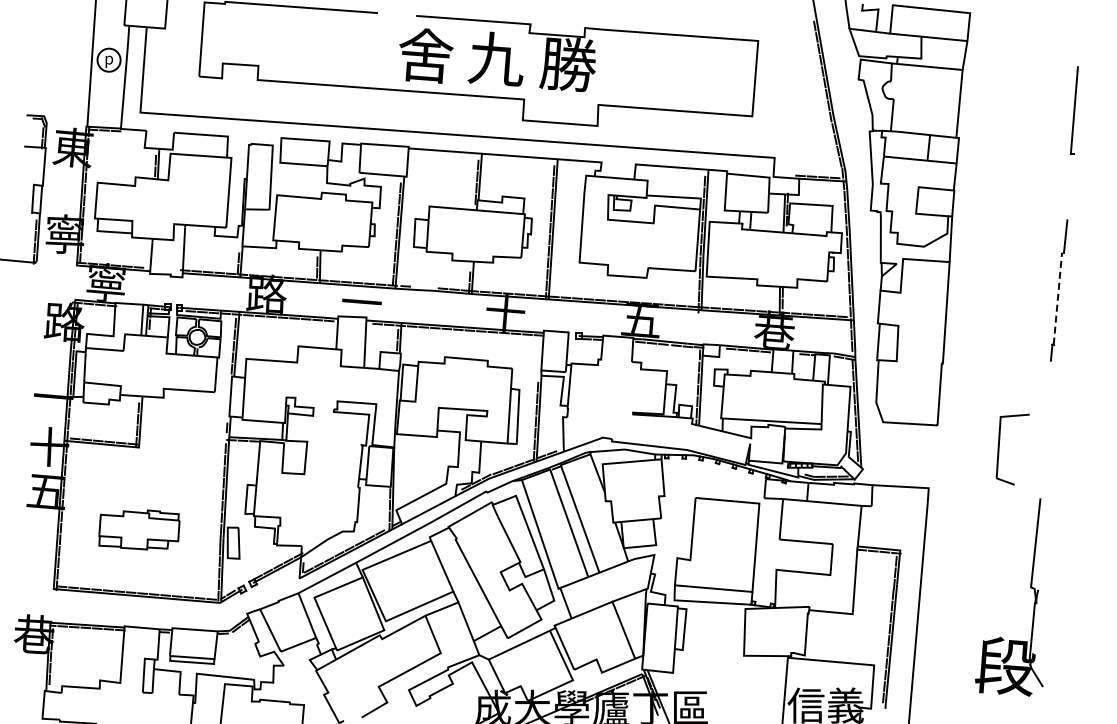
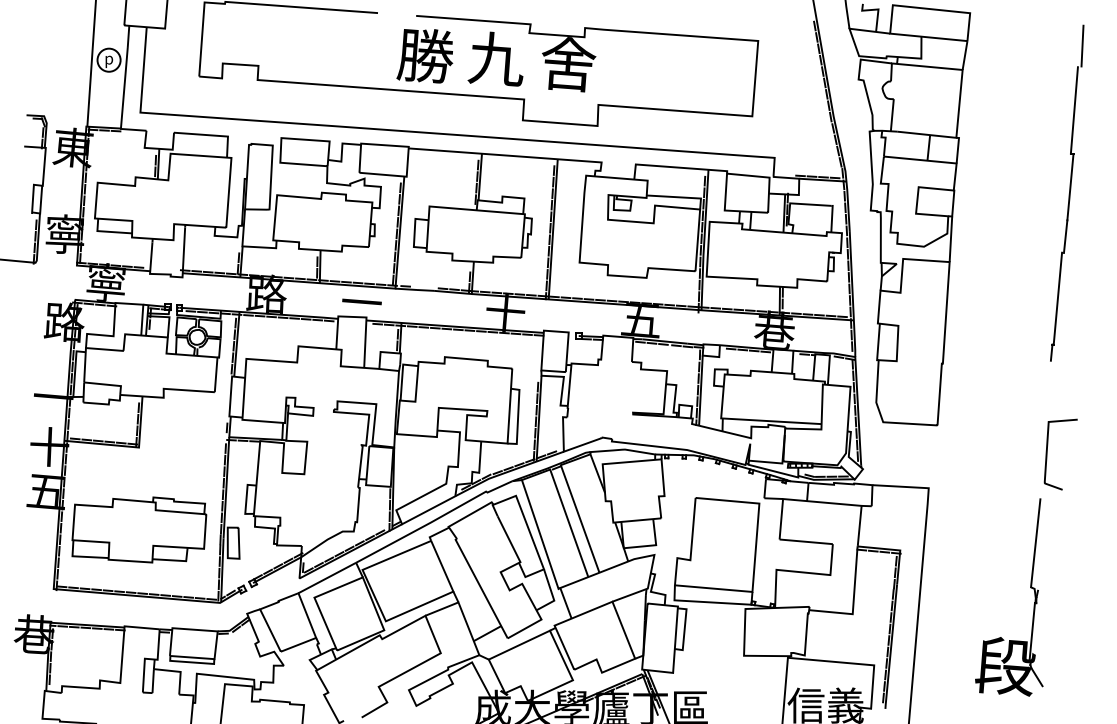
line at (1082, 45): none -> present
text at (424, 55): 舍 -> 勝
text at (567, 64): 勝 -> 舍
line at (1070, 187): none -> present
line at (1057, 298): dashed -> solid
curve at (999, 449) position: (999, 449) -> (1047, 454)
part at (139, 529) size: 83x42 px -> 137x68 px
